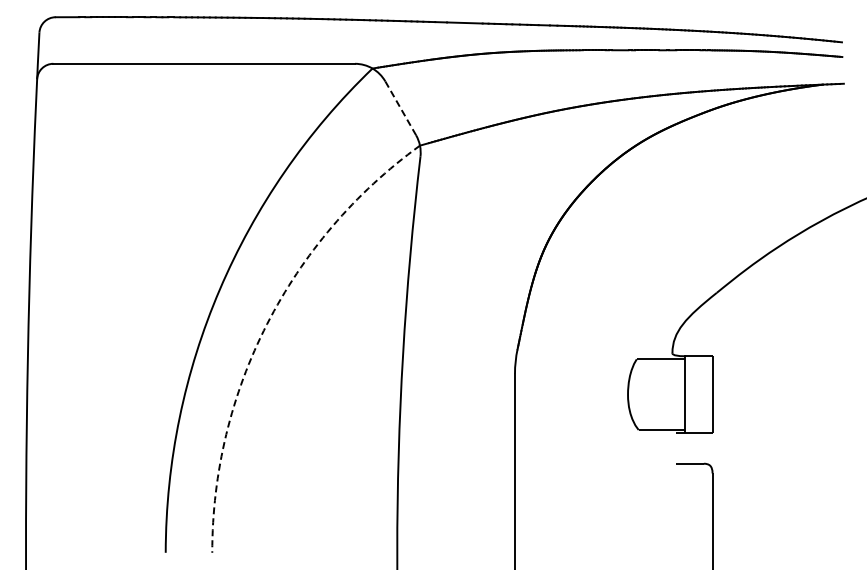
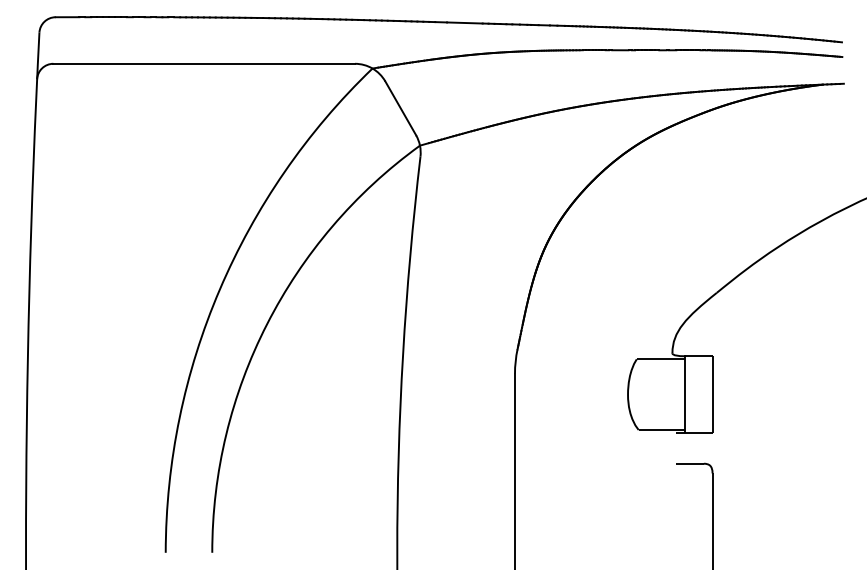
line at (400, 107): dashed -> solid
arc at (267, 324): dashed -> solid
